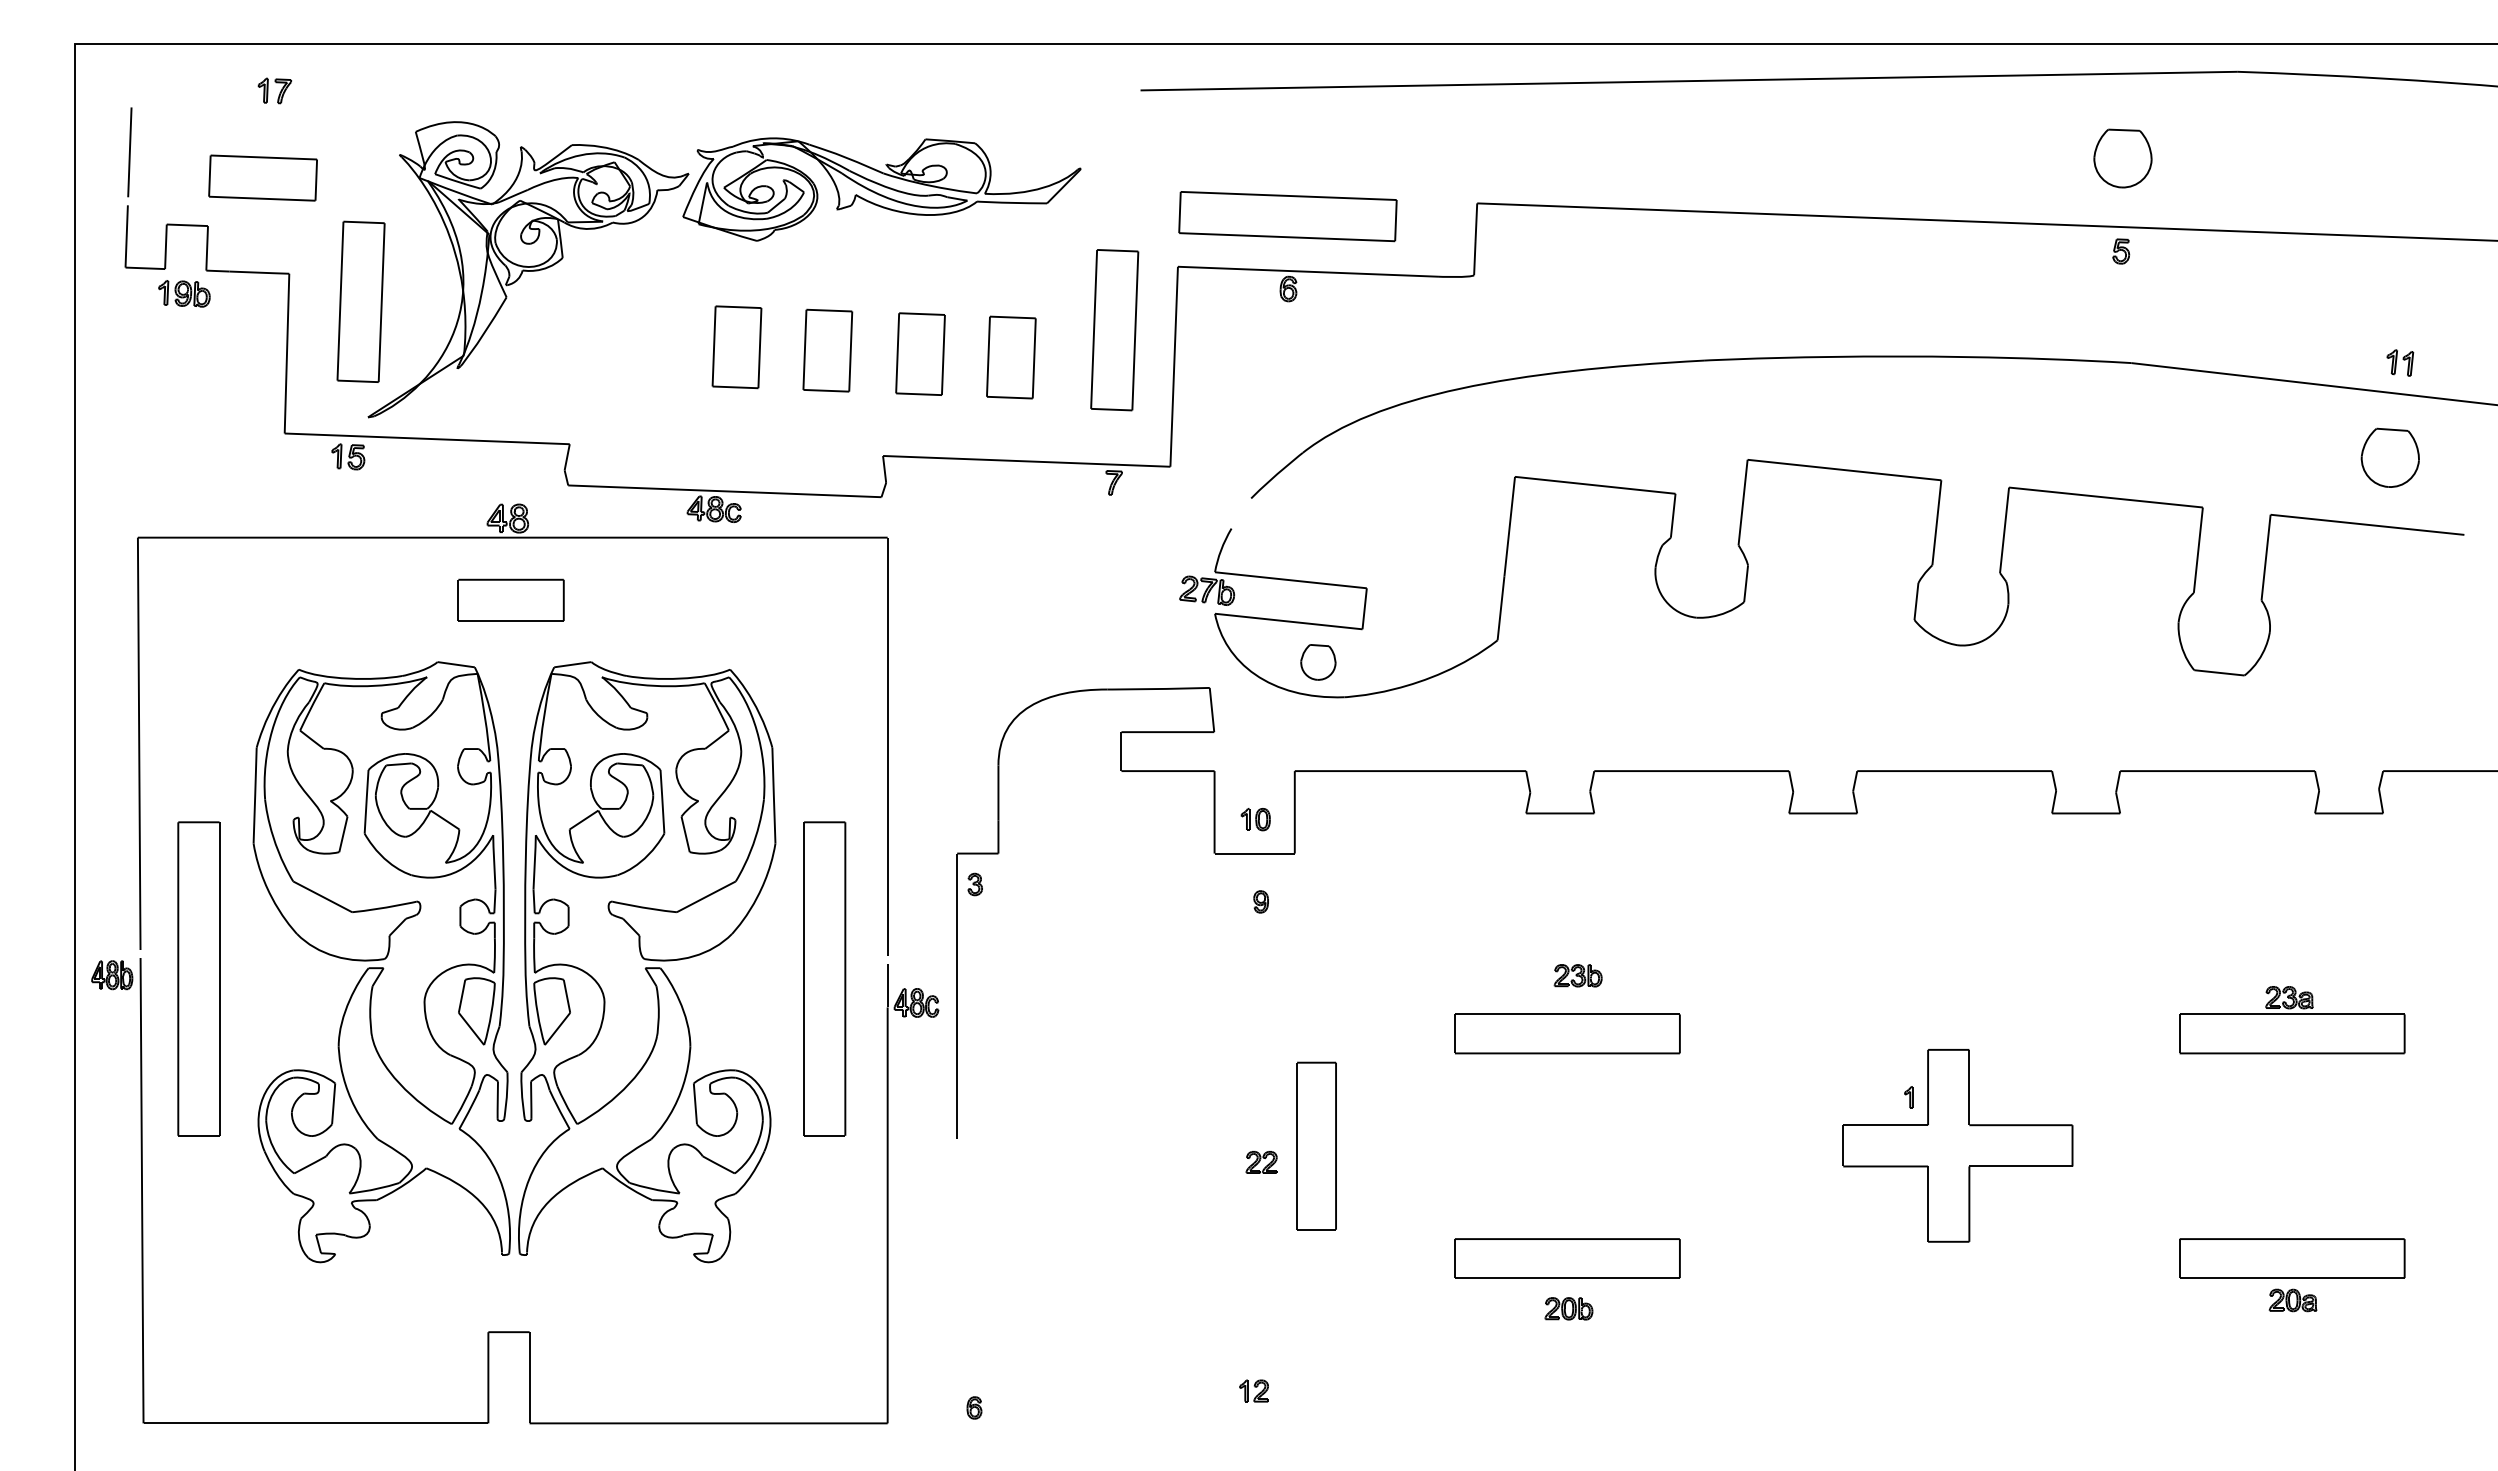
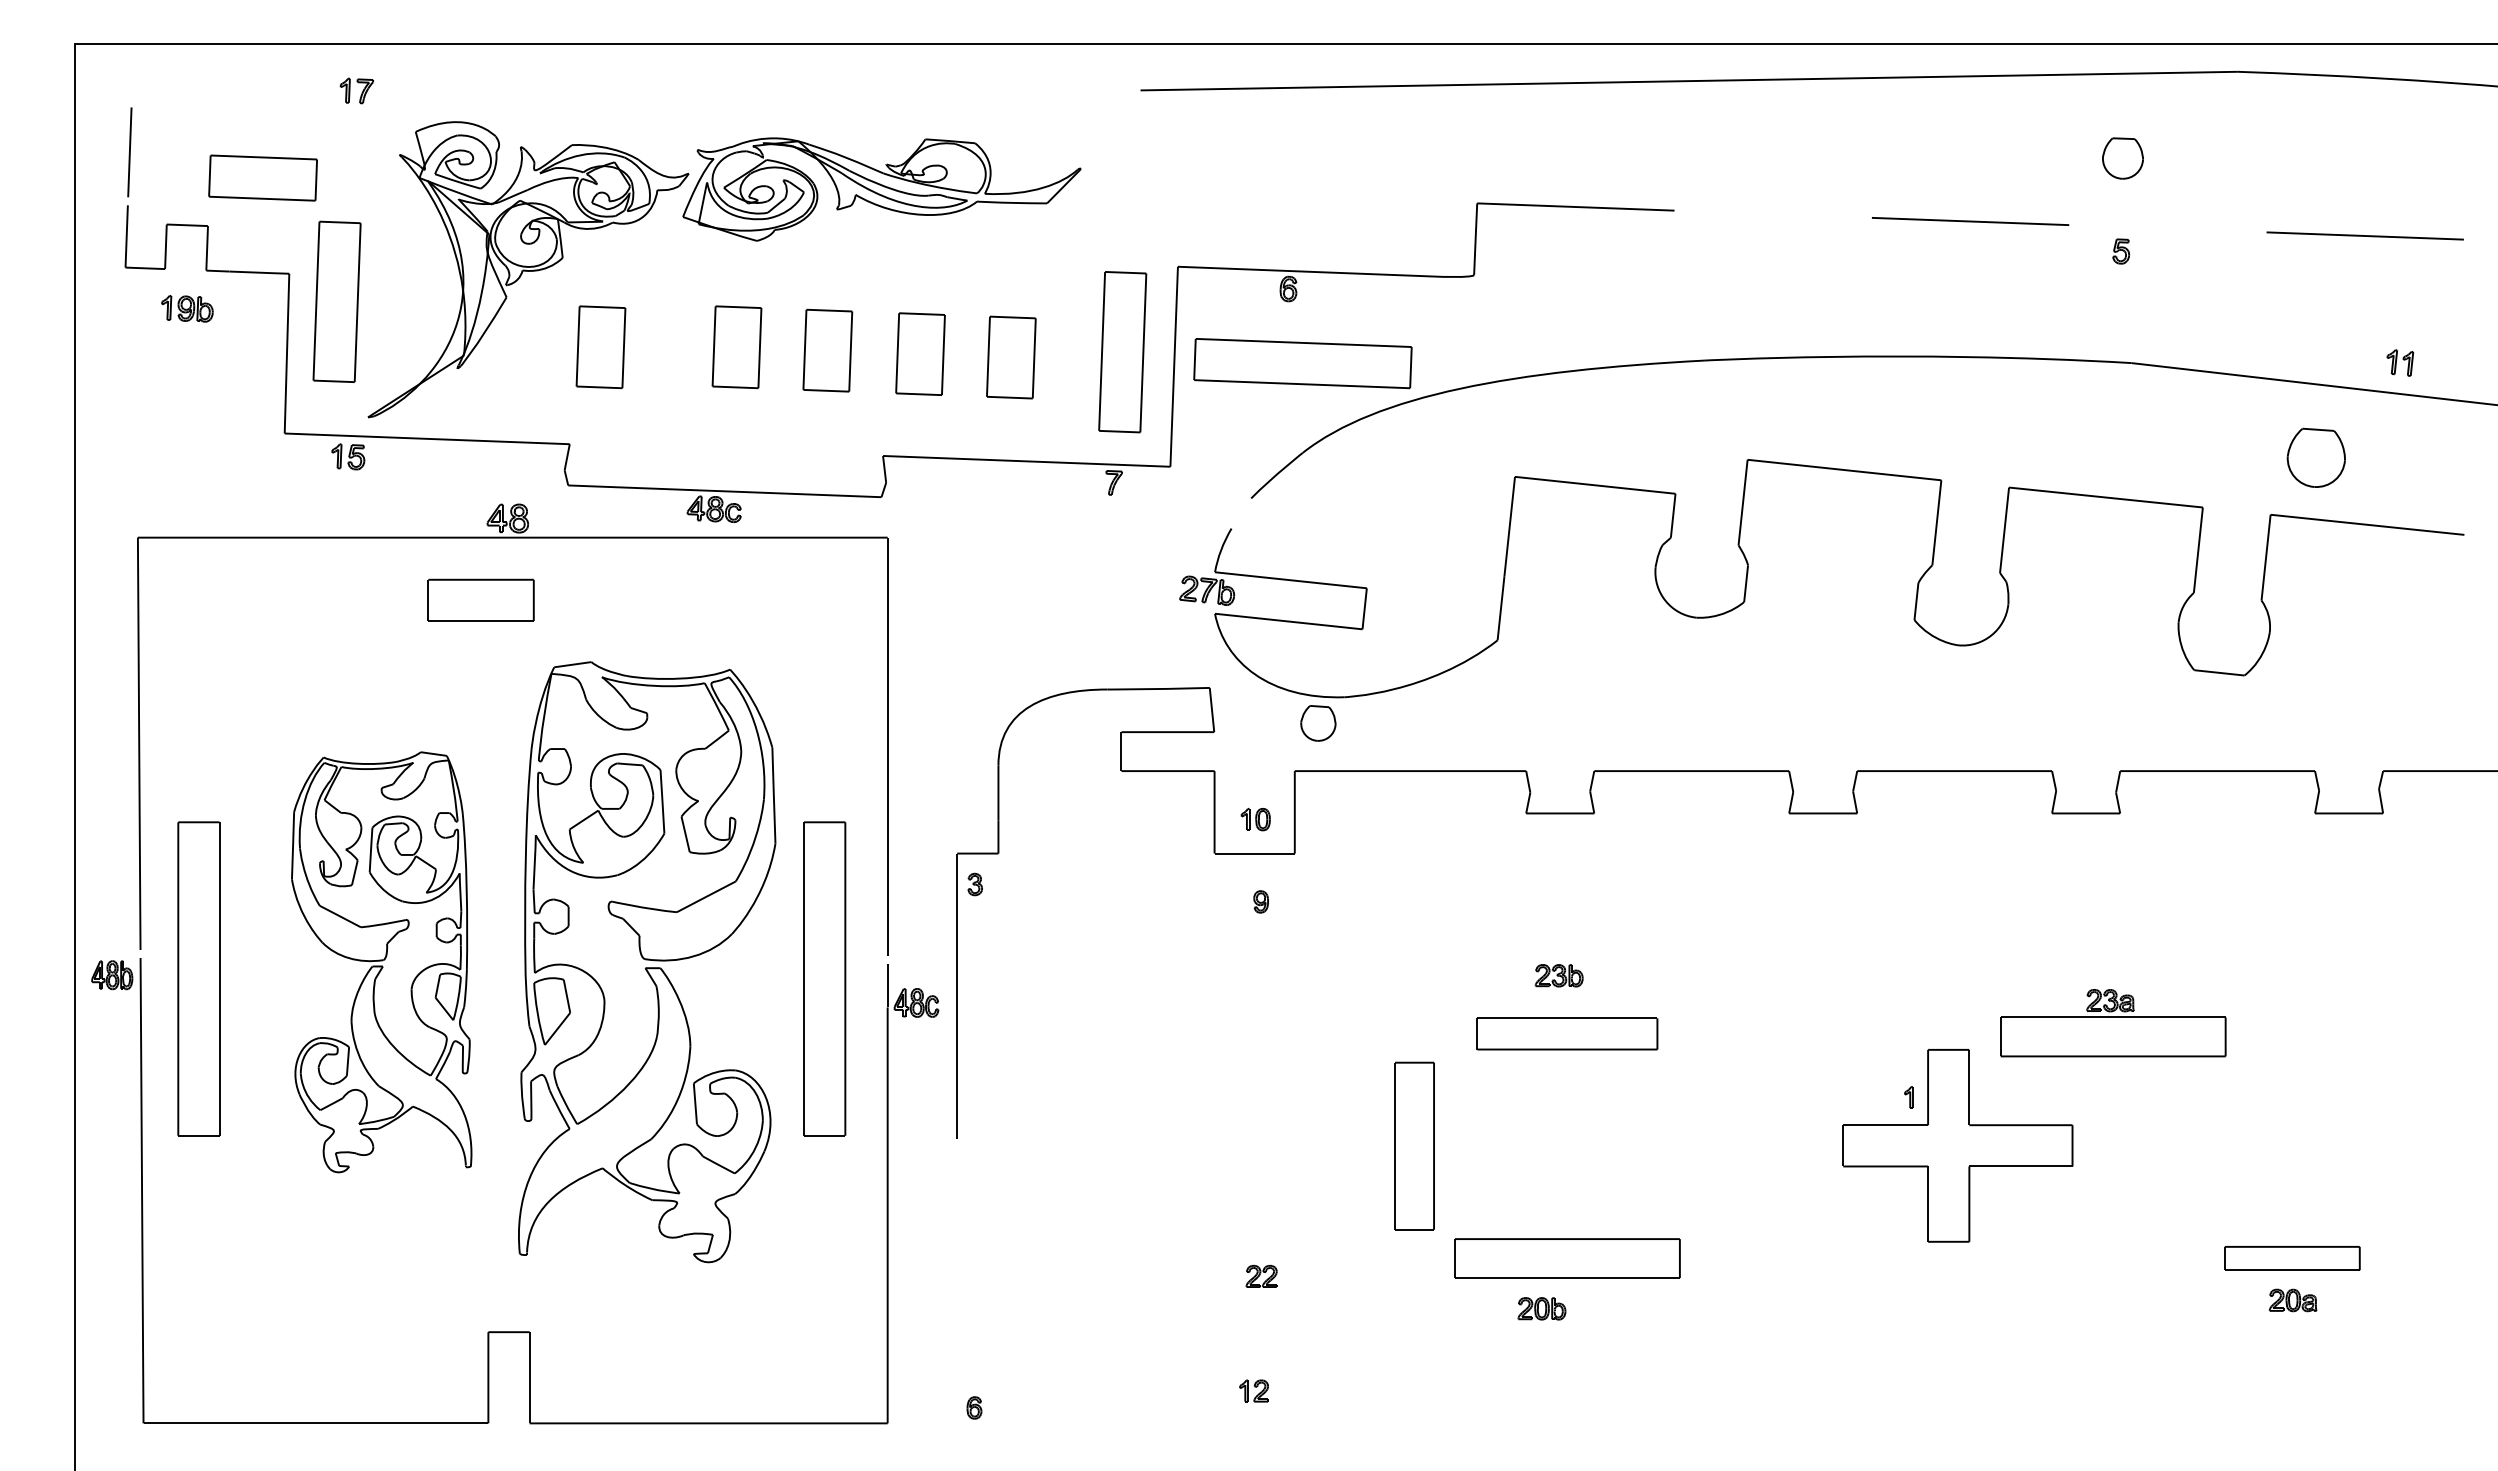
part at (274, 90) position: (274, 90) -> (356, 90)
part at (2122, 158) size: 60x61 px -> 42x43 px
part at (1287, 216) position: (1287, 216) -> (1302, 363)
line at (1987, 222): solid -> dashed
part at (184, 293) position: (184, 293) -> (187, 308)
part at (360, 301) position: (360, 301) -> (336, 301)
part at (1114, 330) position: (1114, 330) -> (1122, 352)
part at (600, 347): none -> present
part at (2389, 457) position: (2389, 457) -> (2315, 457)
part at (510, 599) position: (510, 599) -> (480, 599)
part at (1318, 662) position: (1318, 662) -> (1318, 723)
part at (381, 962) size: 259x603 px -> 182x423 px
part at (1577, 975) position: (1577, 975) -> (1558, 975)
part at (2292, 1020) position: (2292, 1020) -> (2113, 1023)
part at (1567, 1033) size: 227x42 px -> 183x34 px
part at (1316, 1145) position: (1316, 1145) -> (1414, 1145)
part at (1261, 1162) position: (1261, 1162) -> (1261, 1276)
part at (2292, 1258) size: 227x41 px -> 137x25 px
part at (1568, 1308) position: (1568, 1308) -> (1541, 1308)
